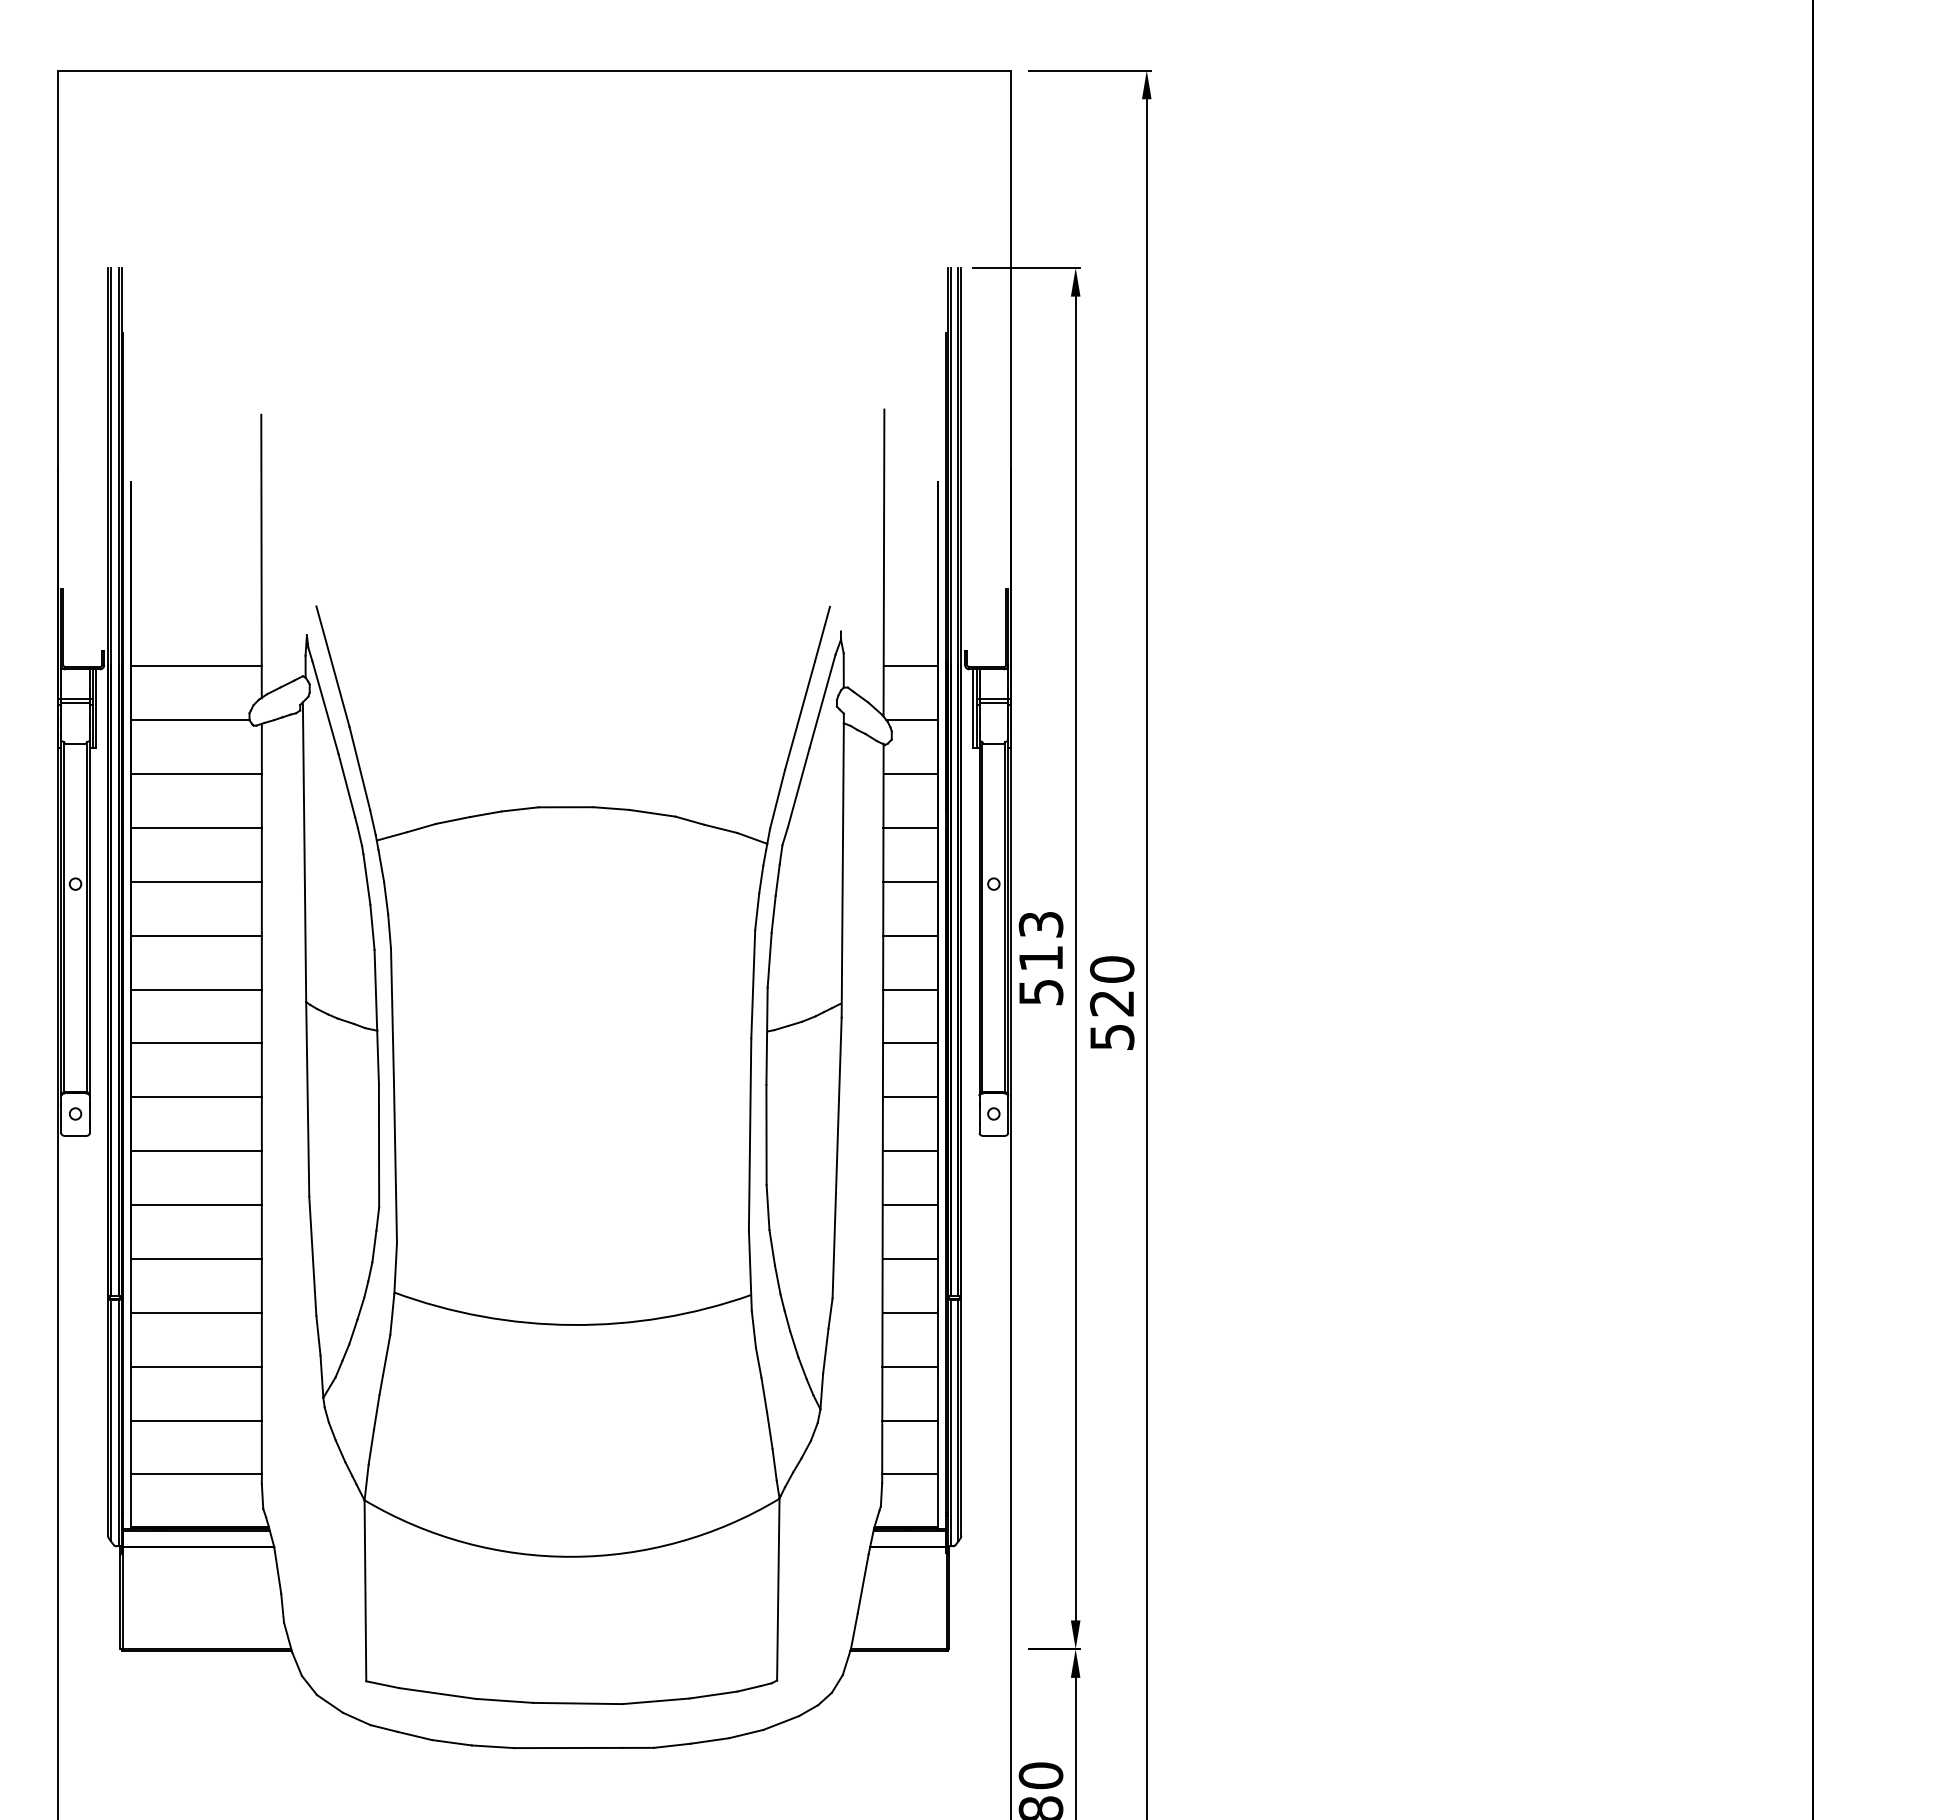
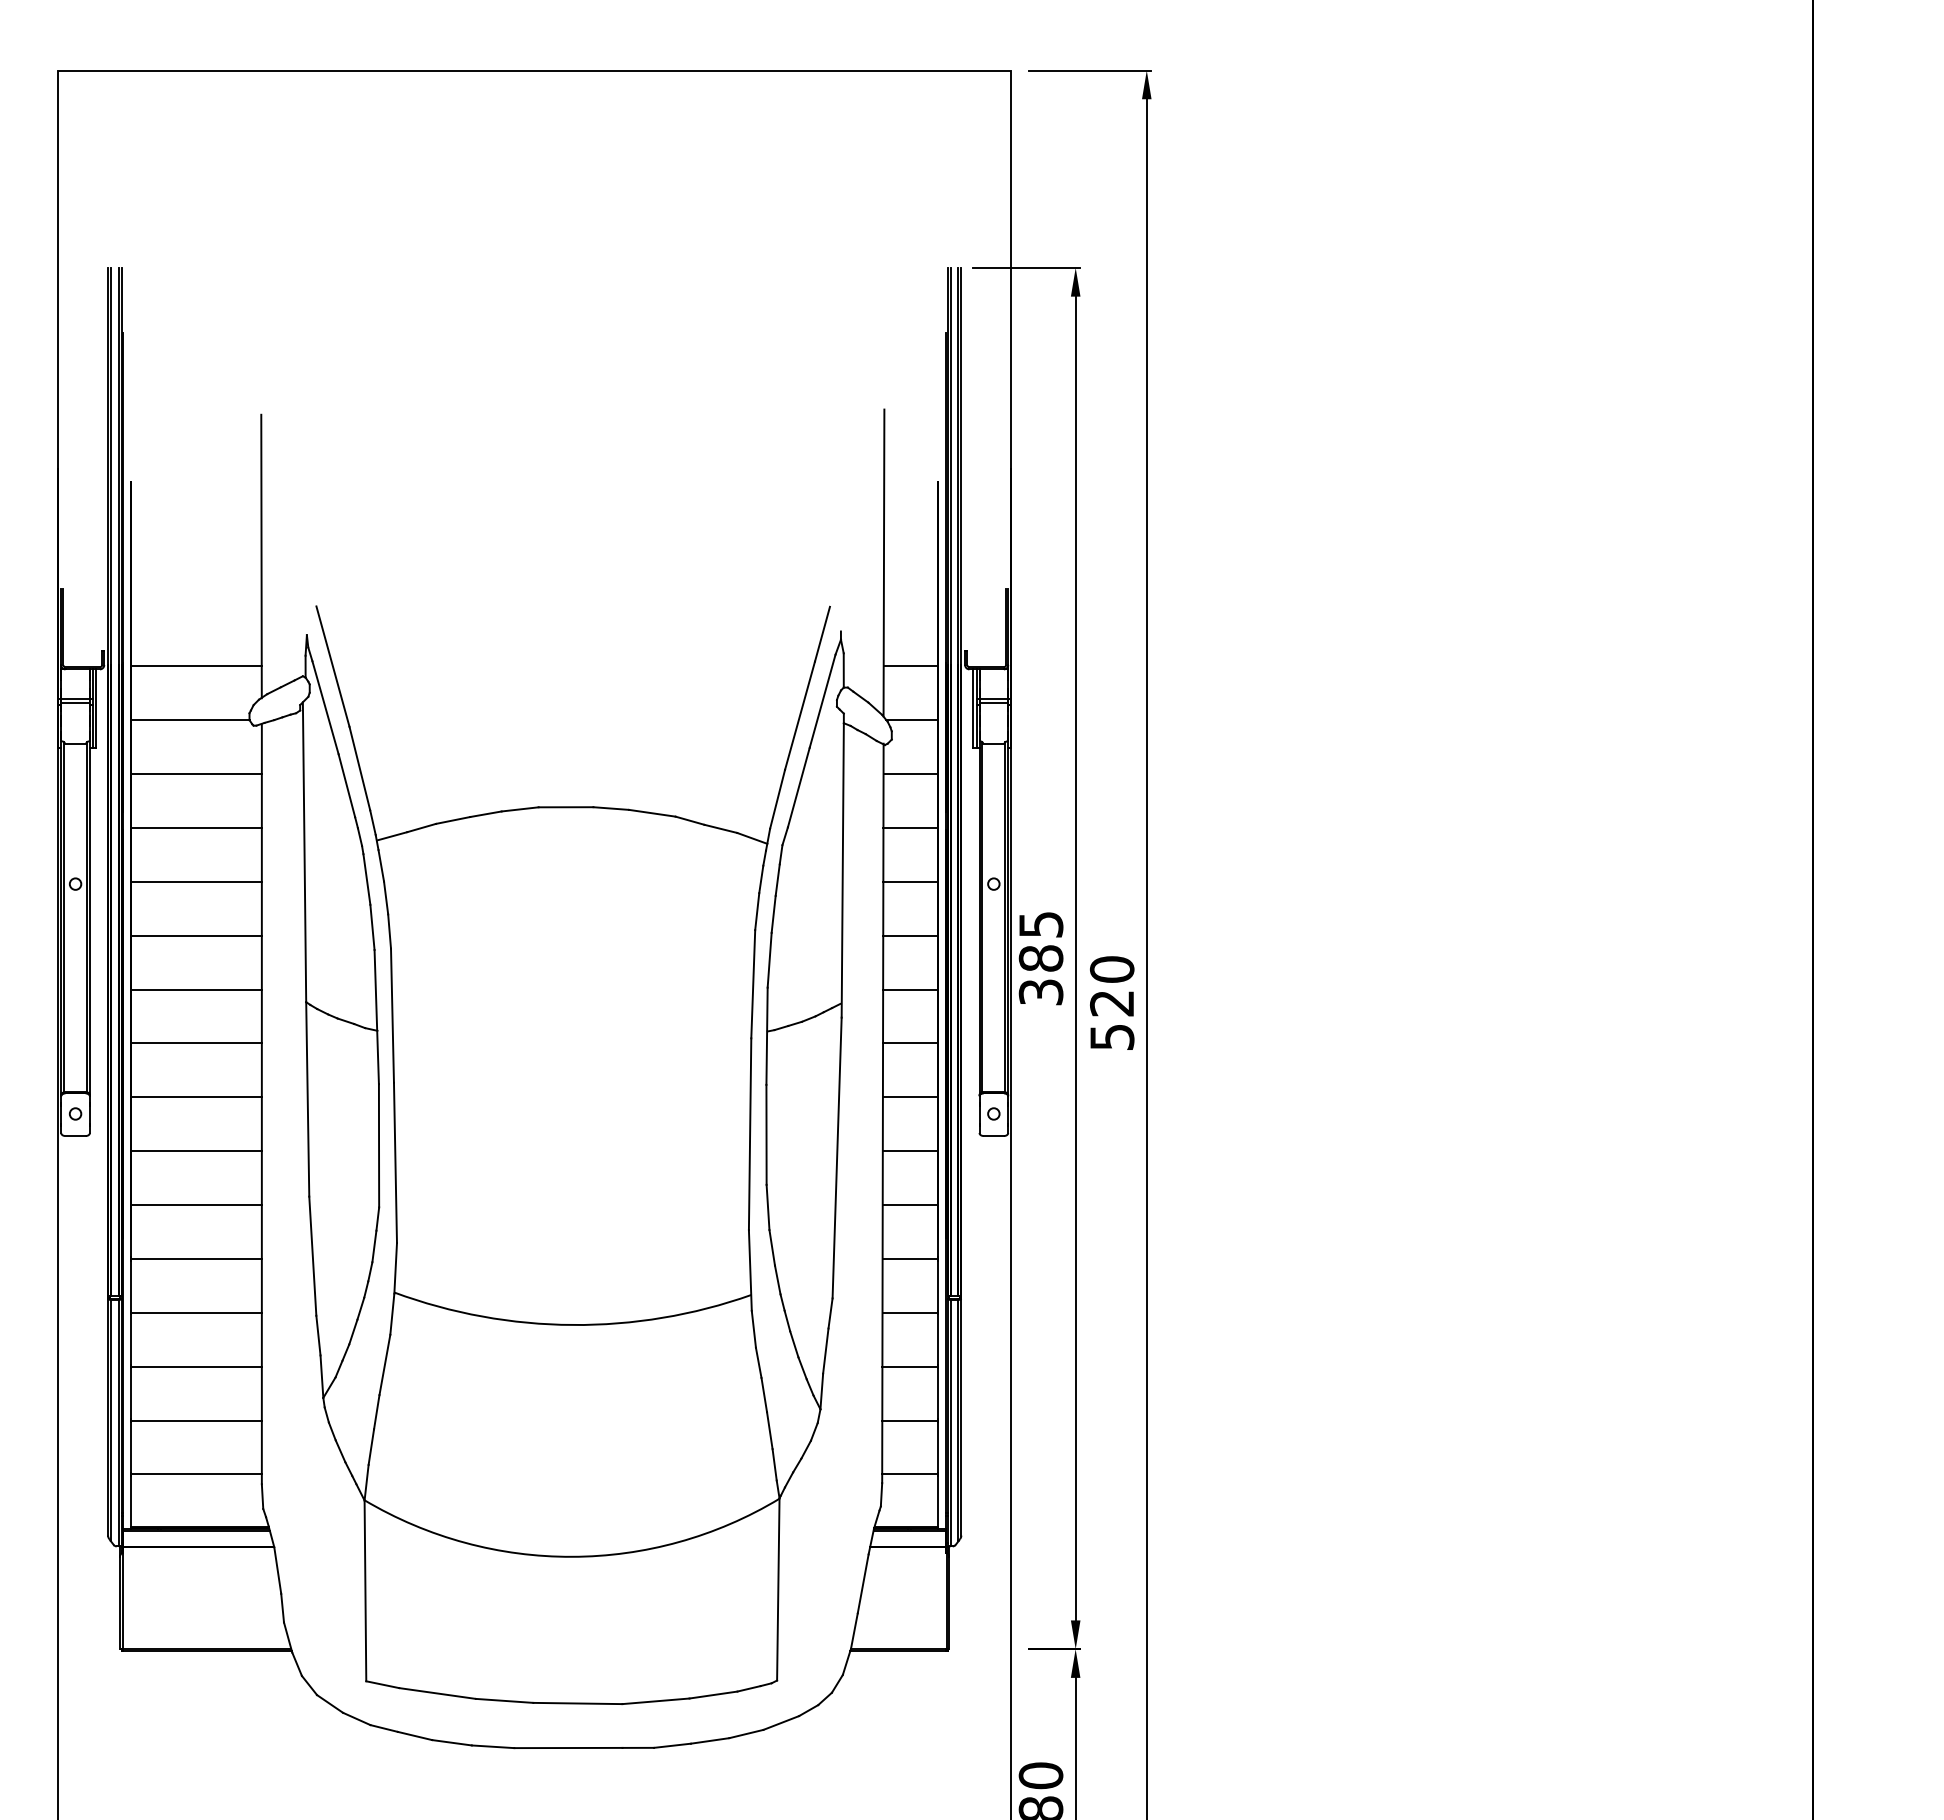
text at (1040, 958): 513 -> 385
